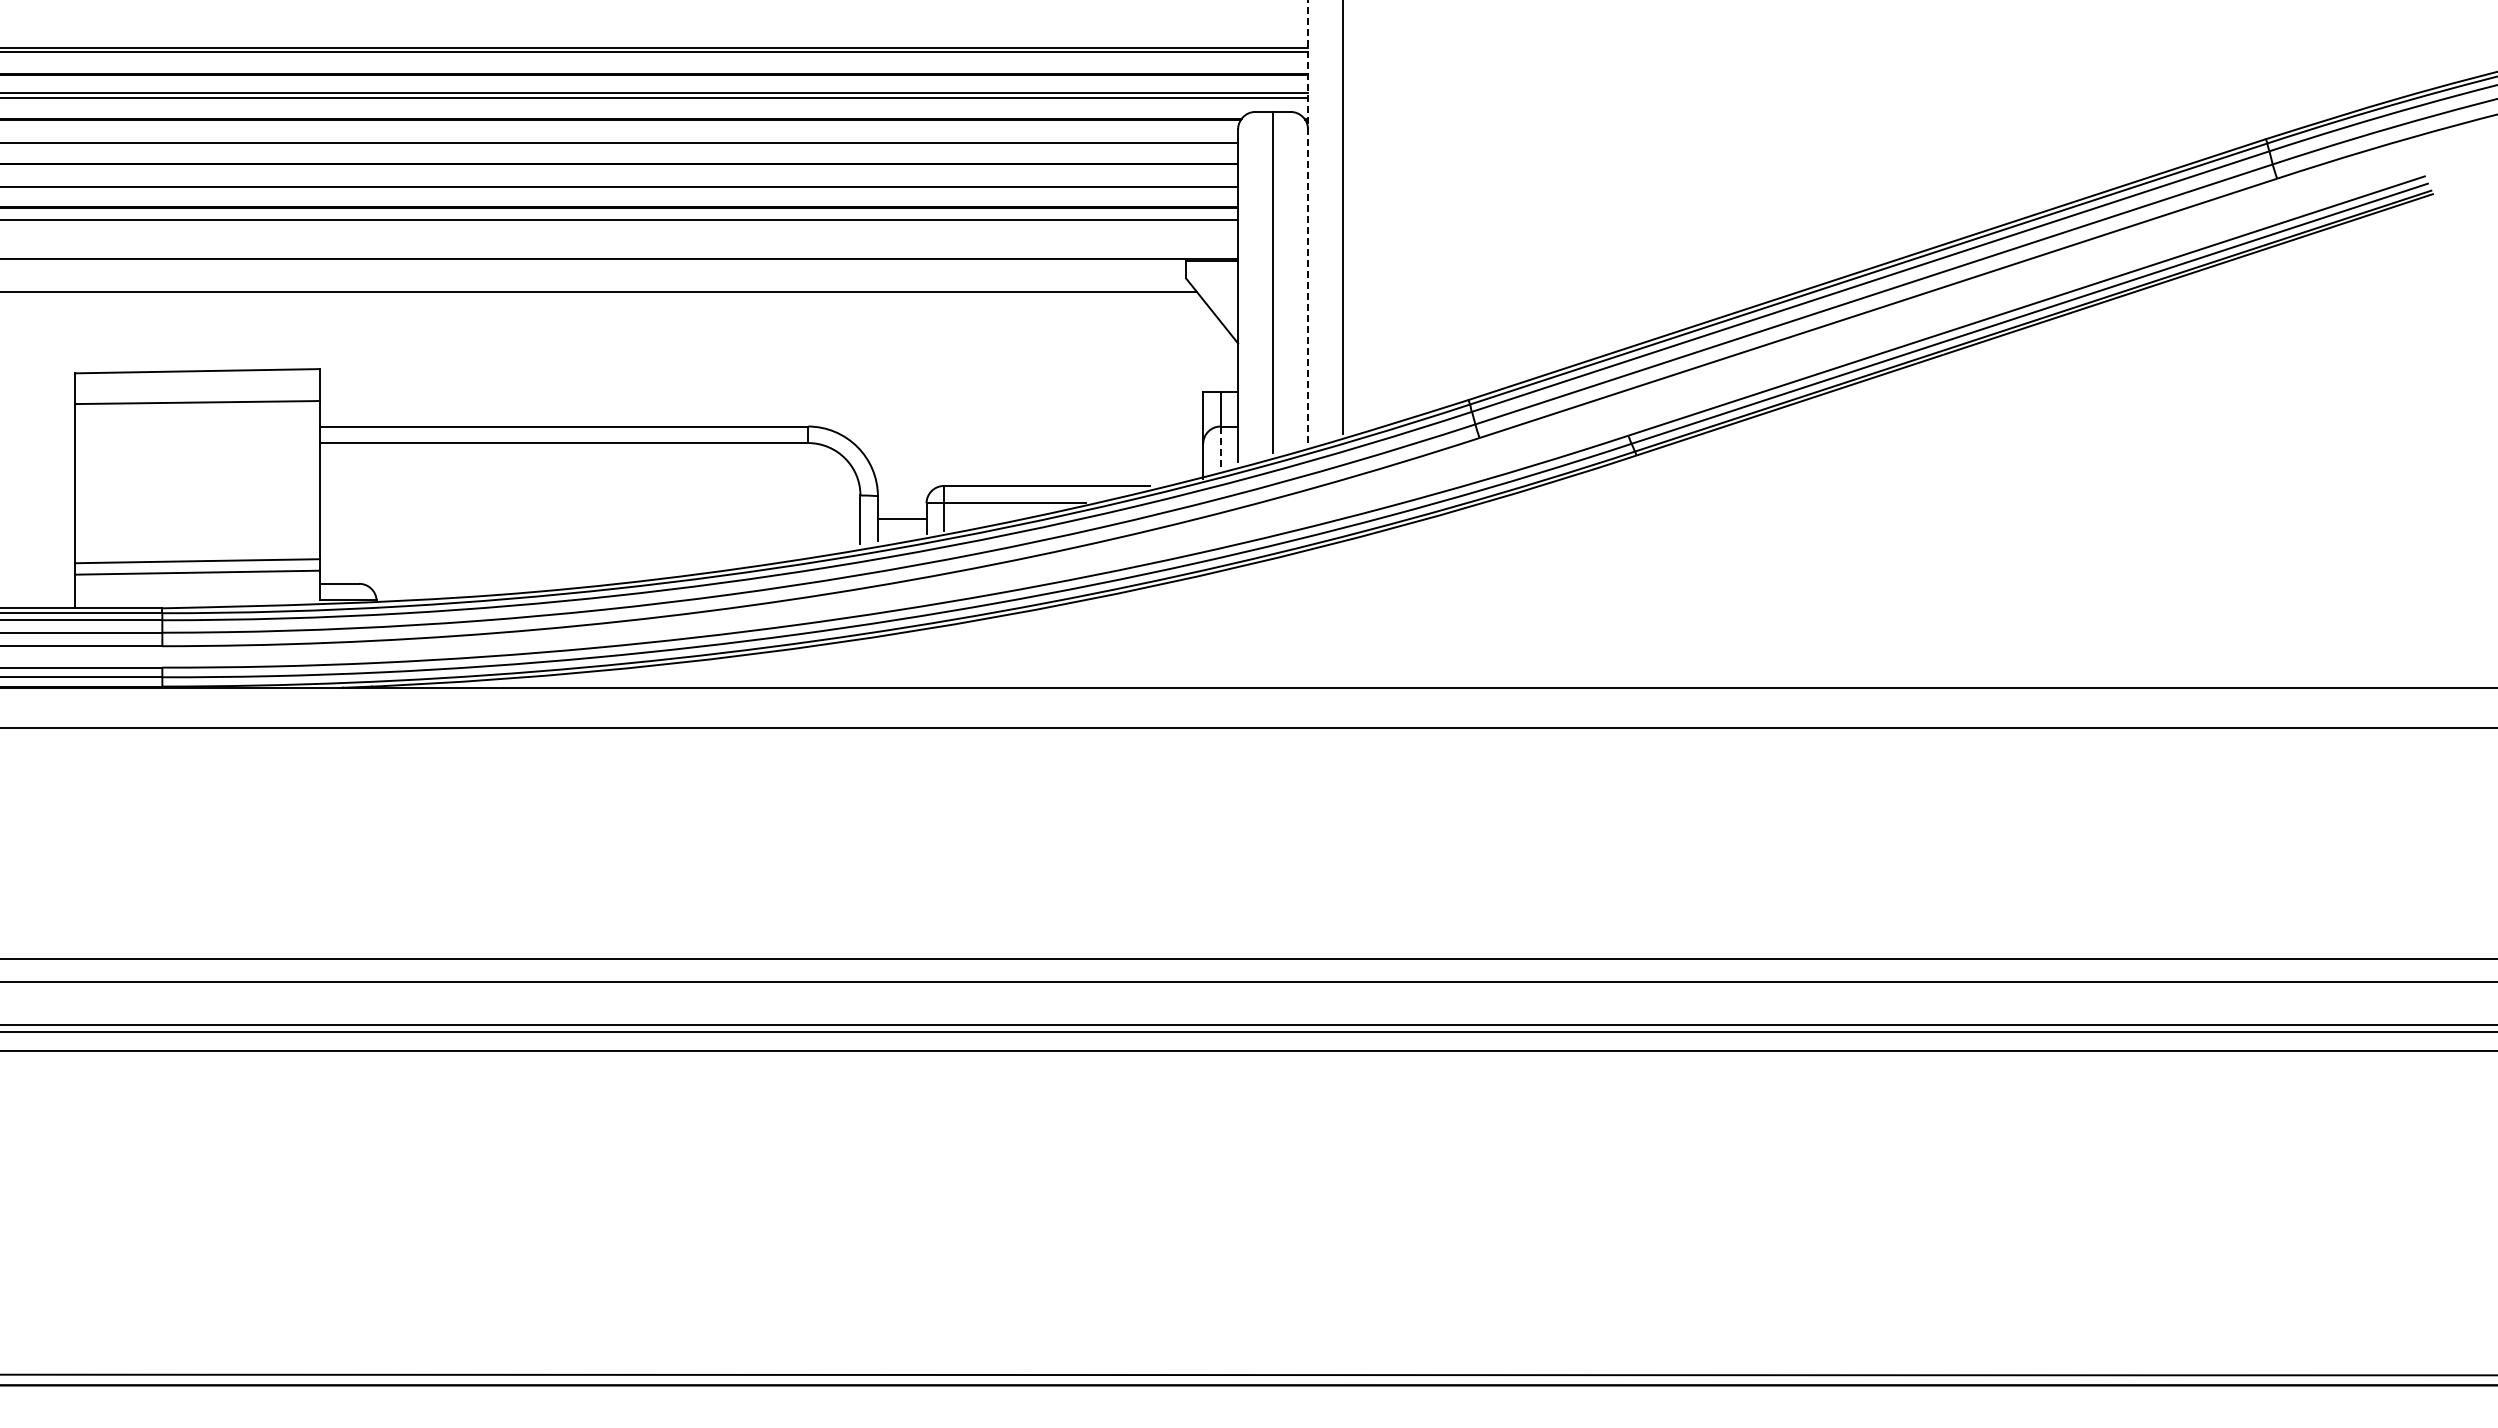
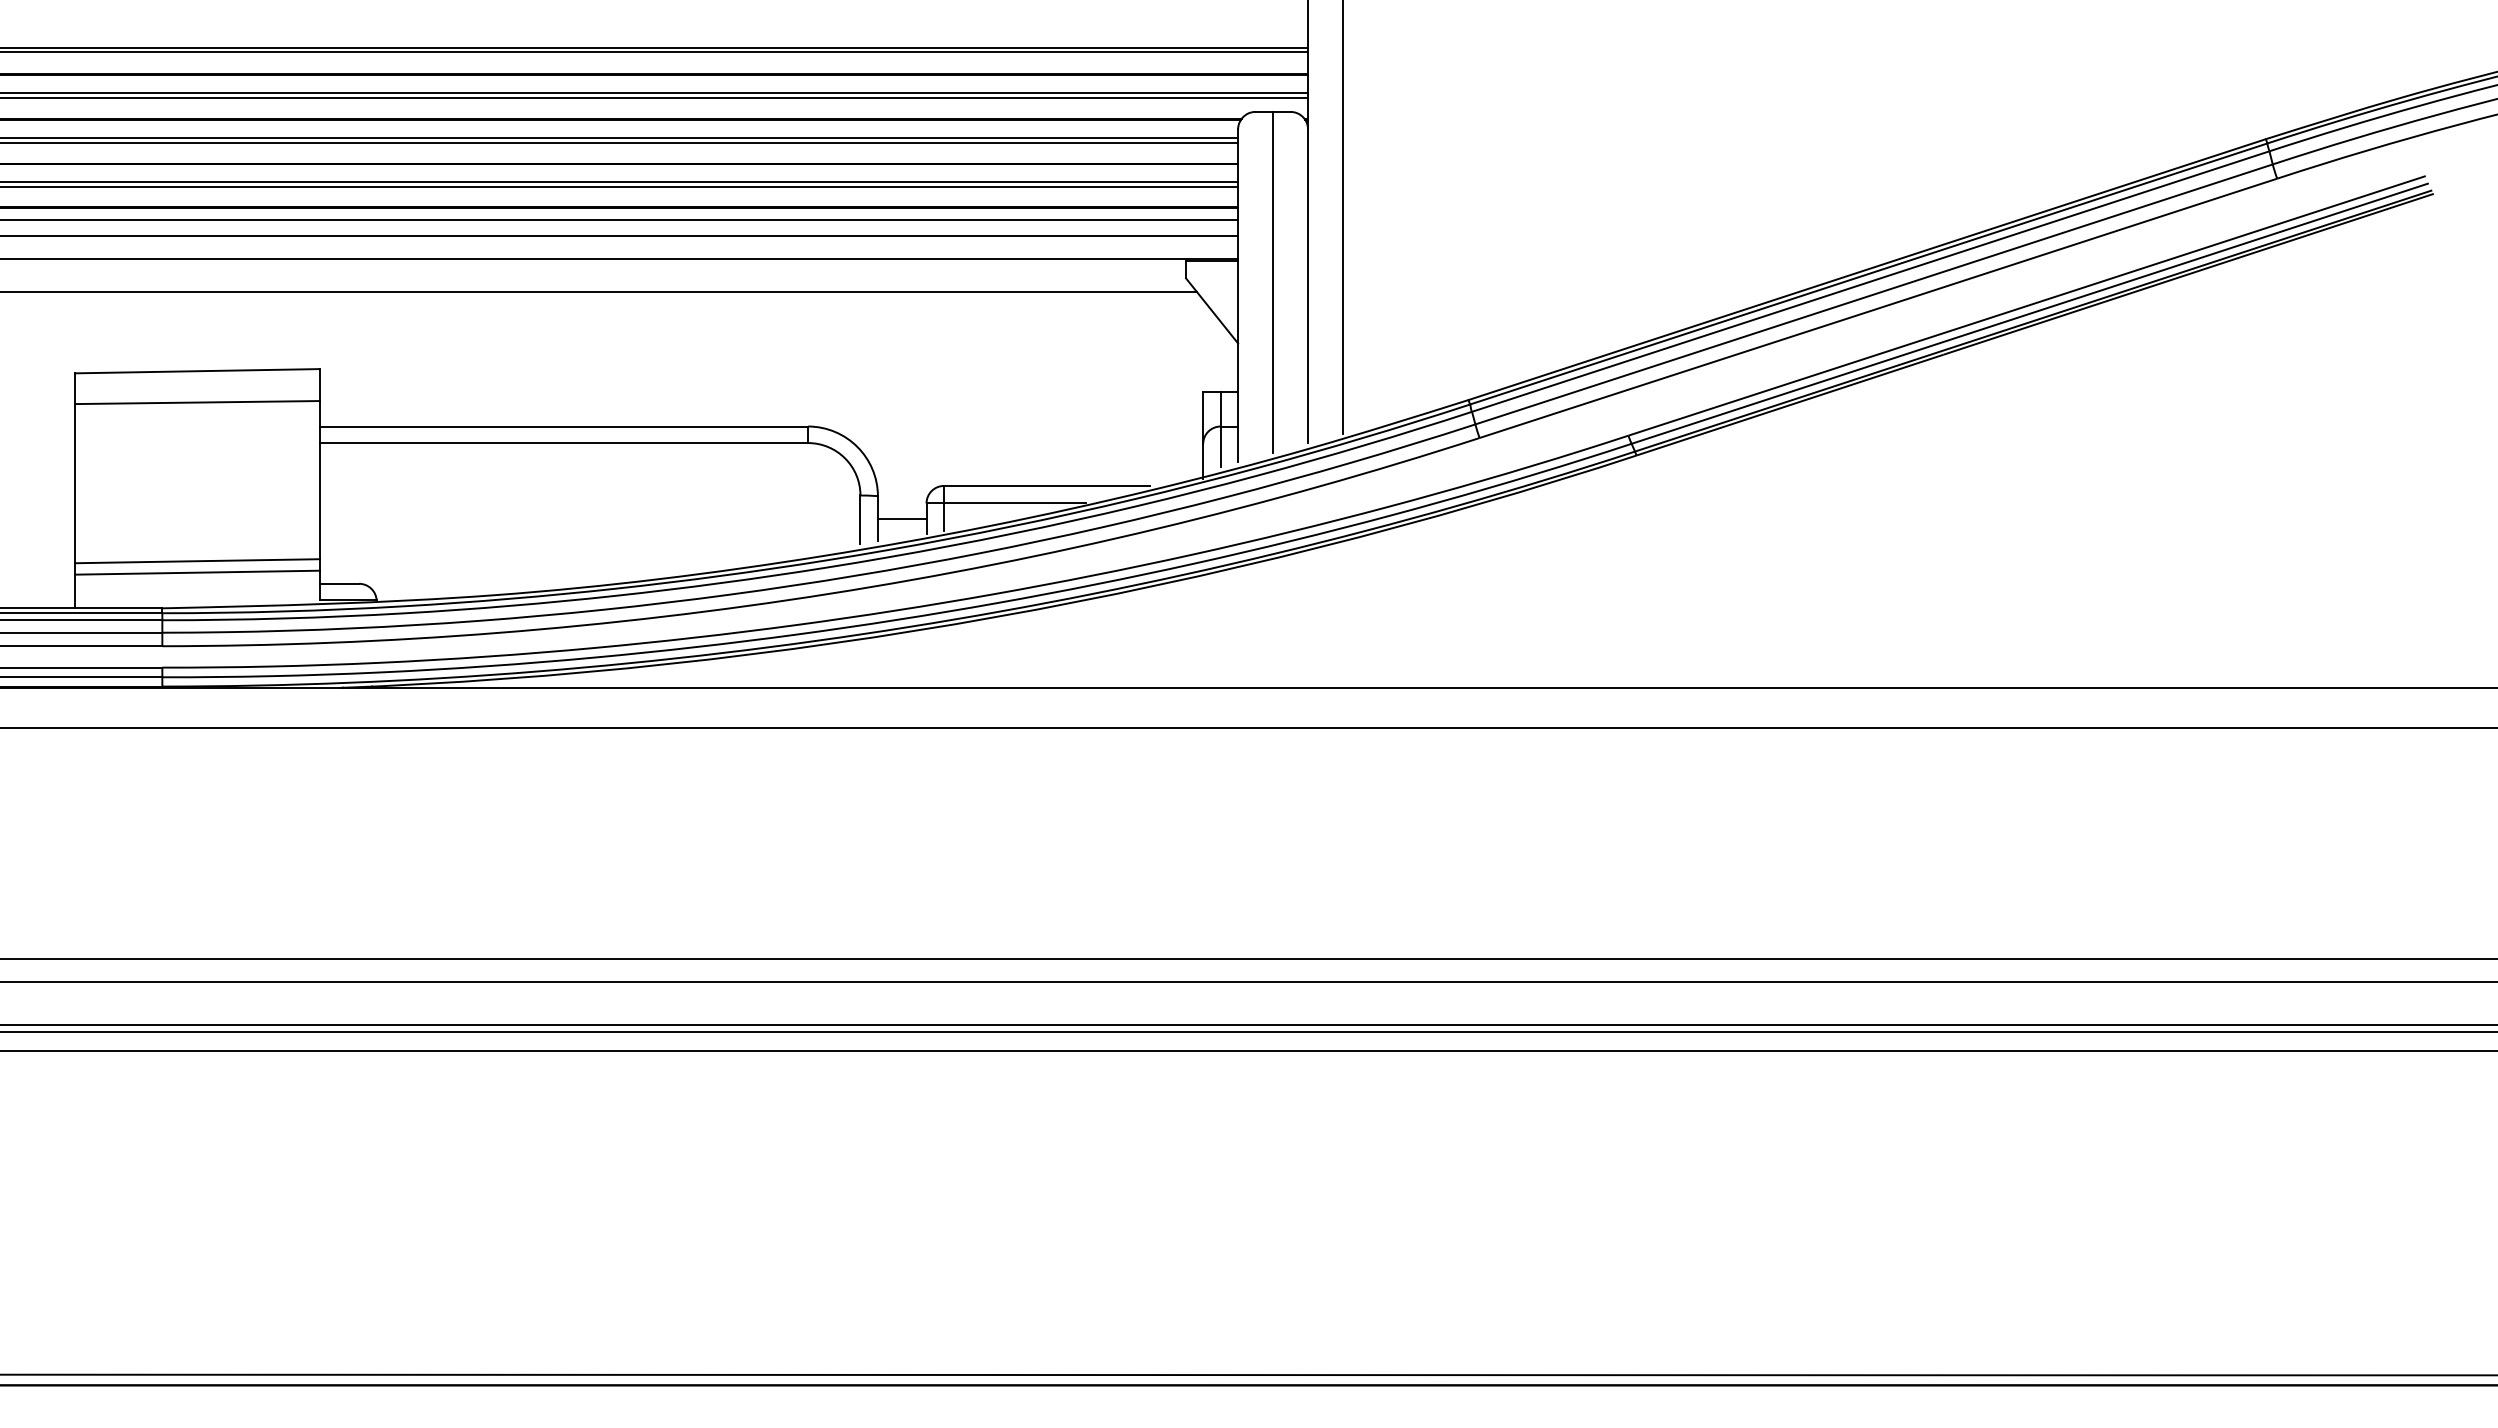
line at (619, 138): none -> present
line at (619, 182): none -> present
line at (1308, 221): dashed -> solid
line at (619, 236): none -> present
line at (1220, 447): dashed -> solid
